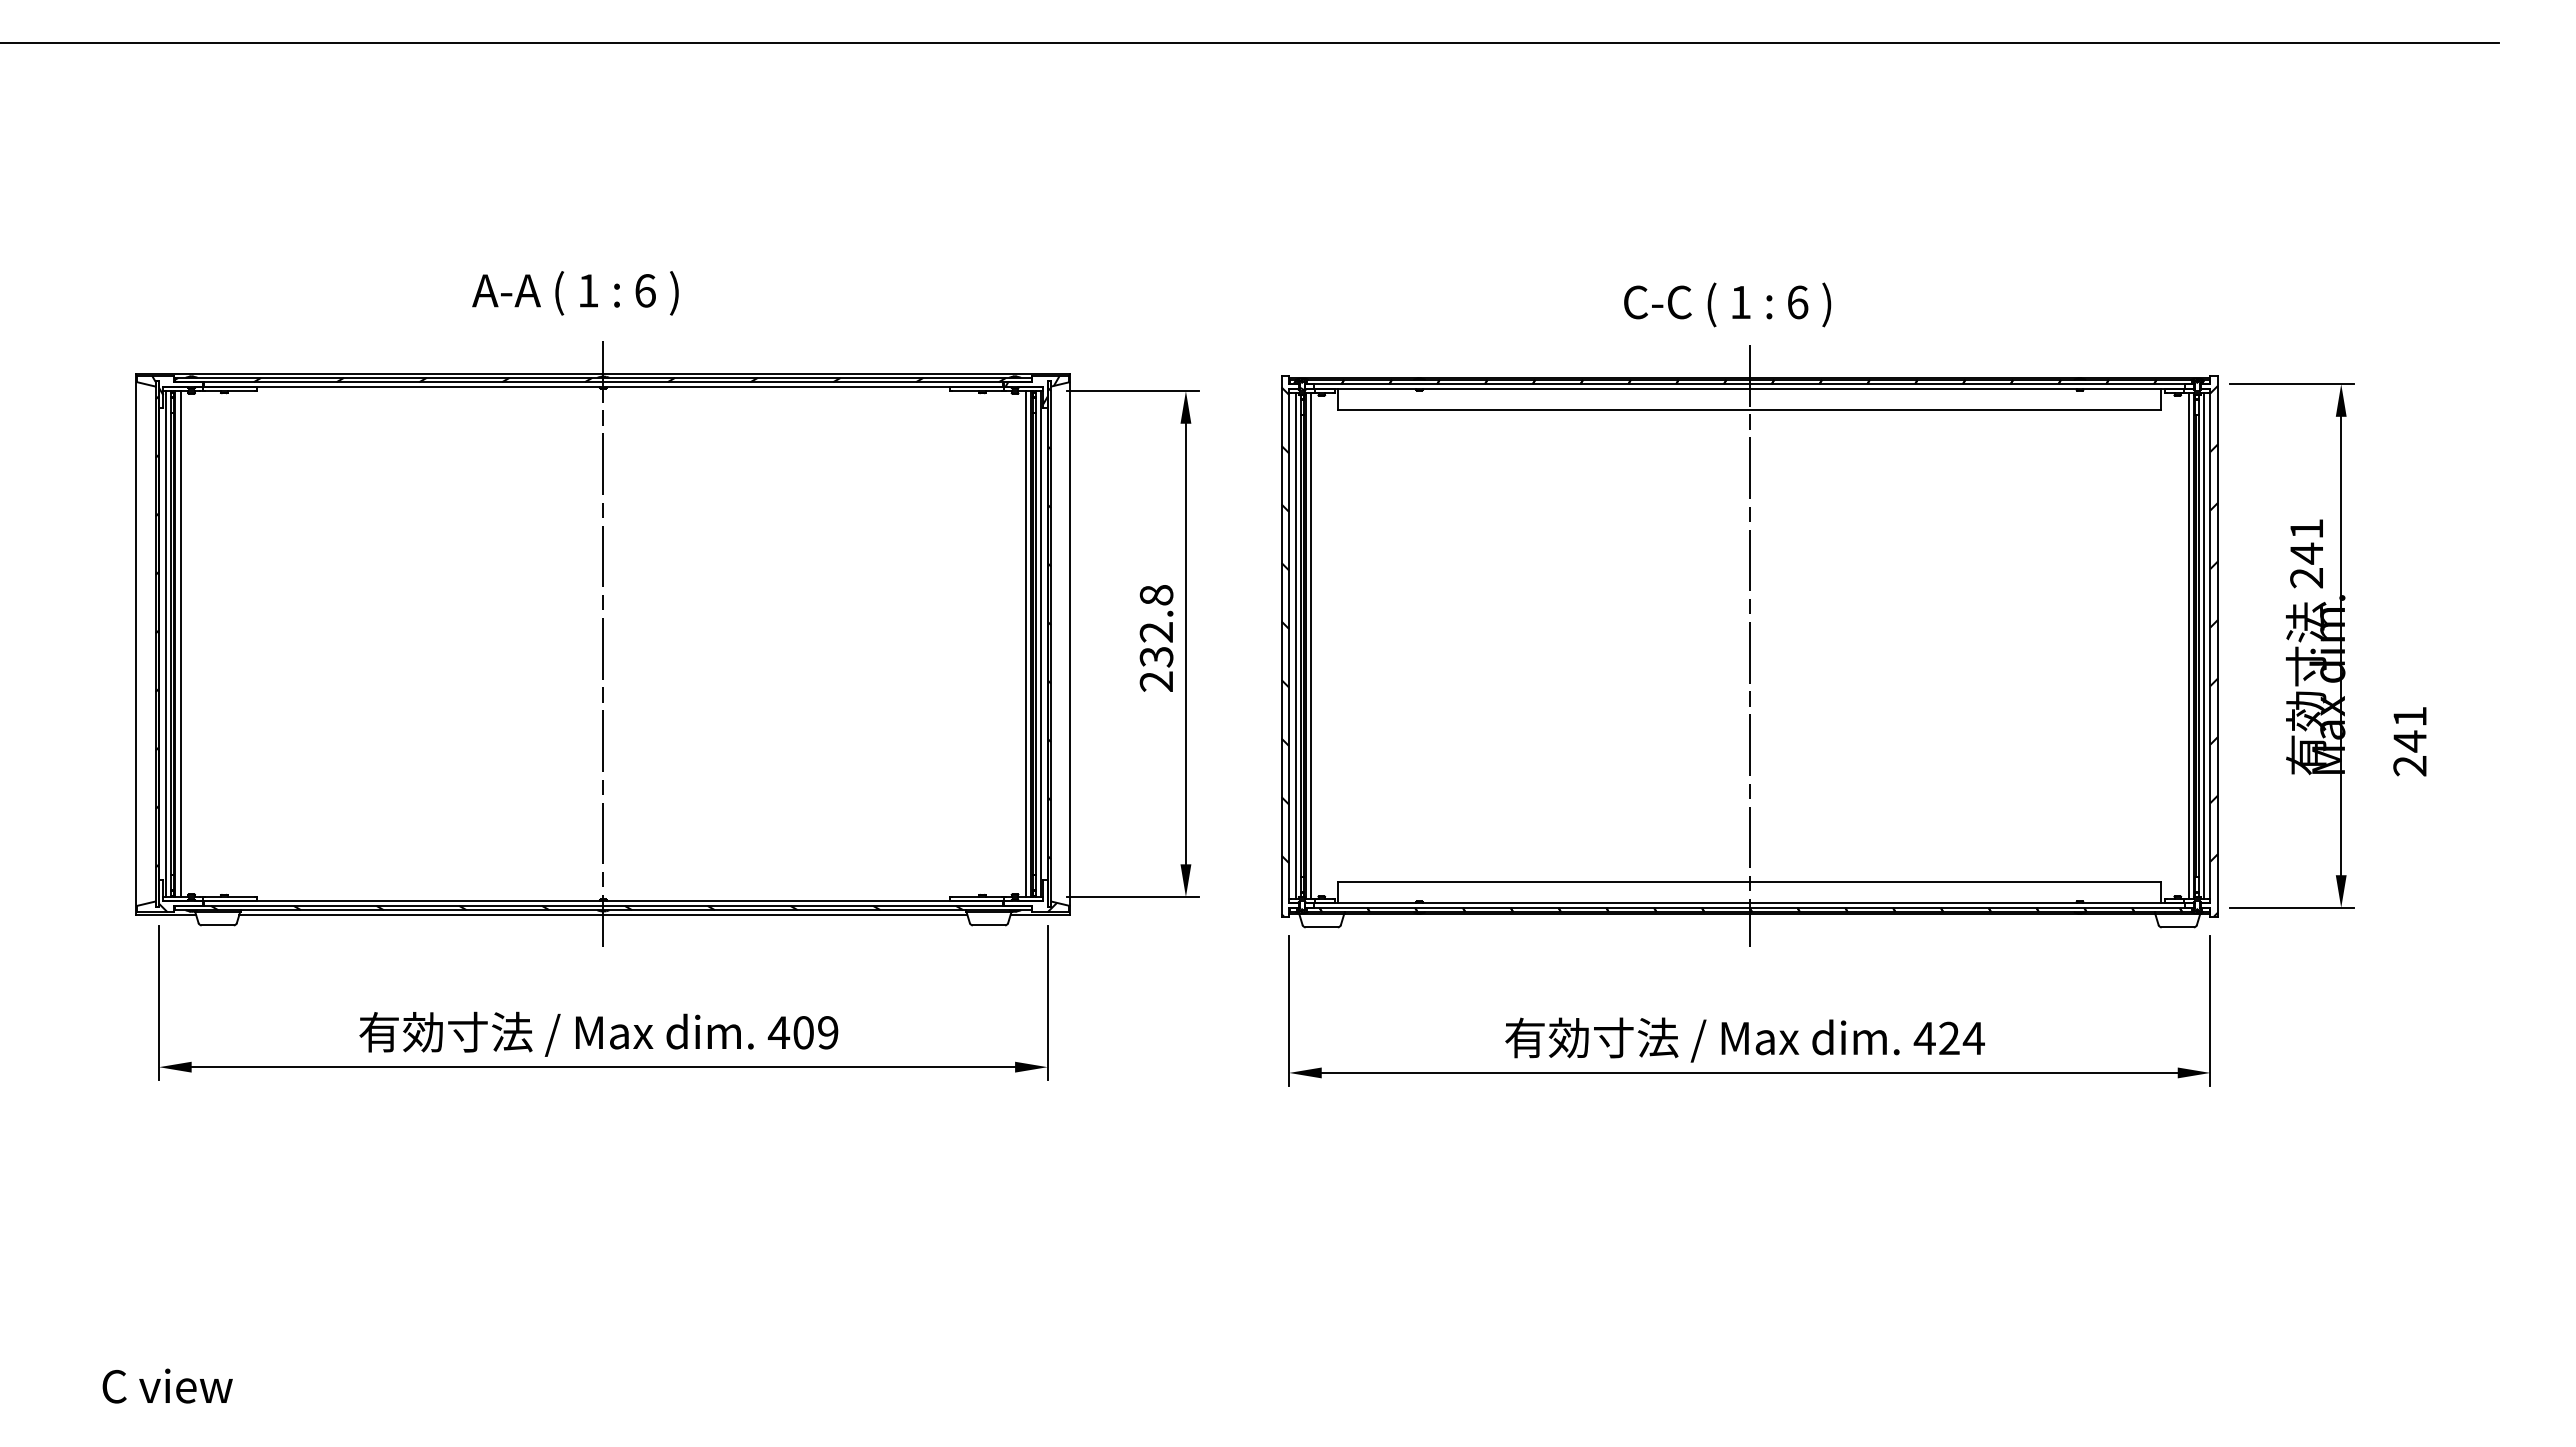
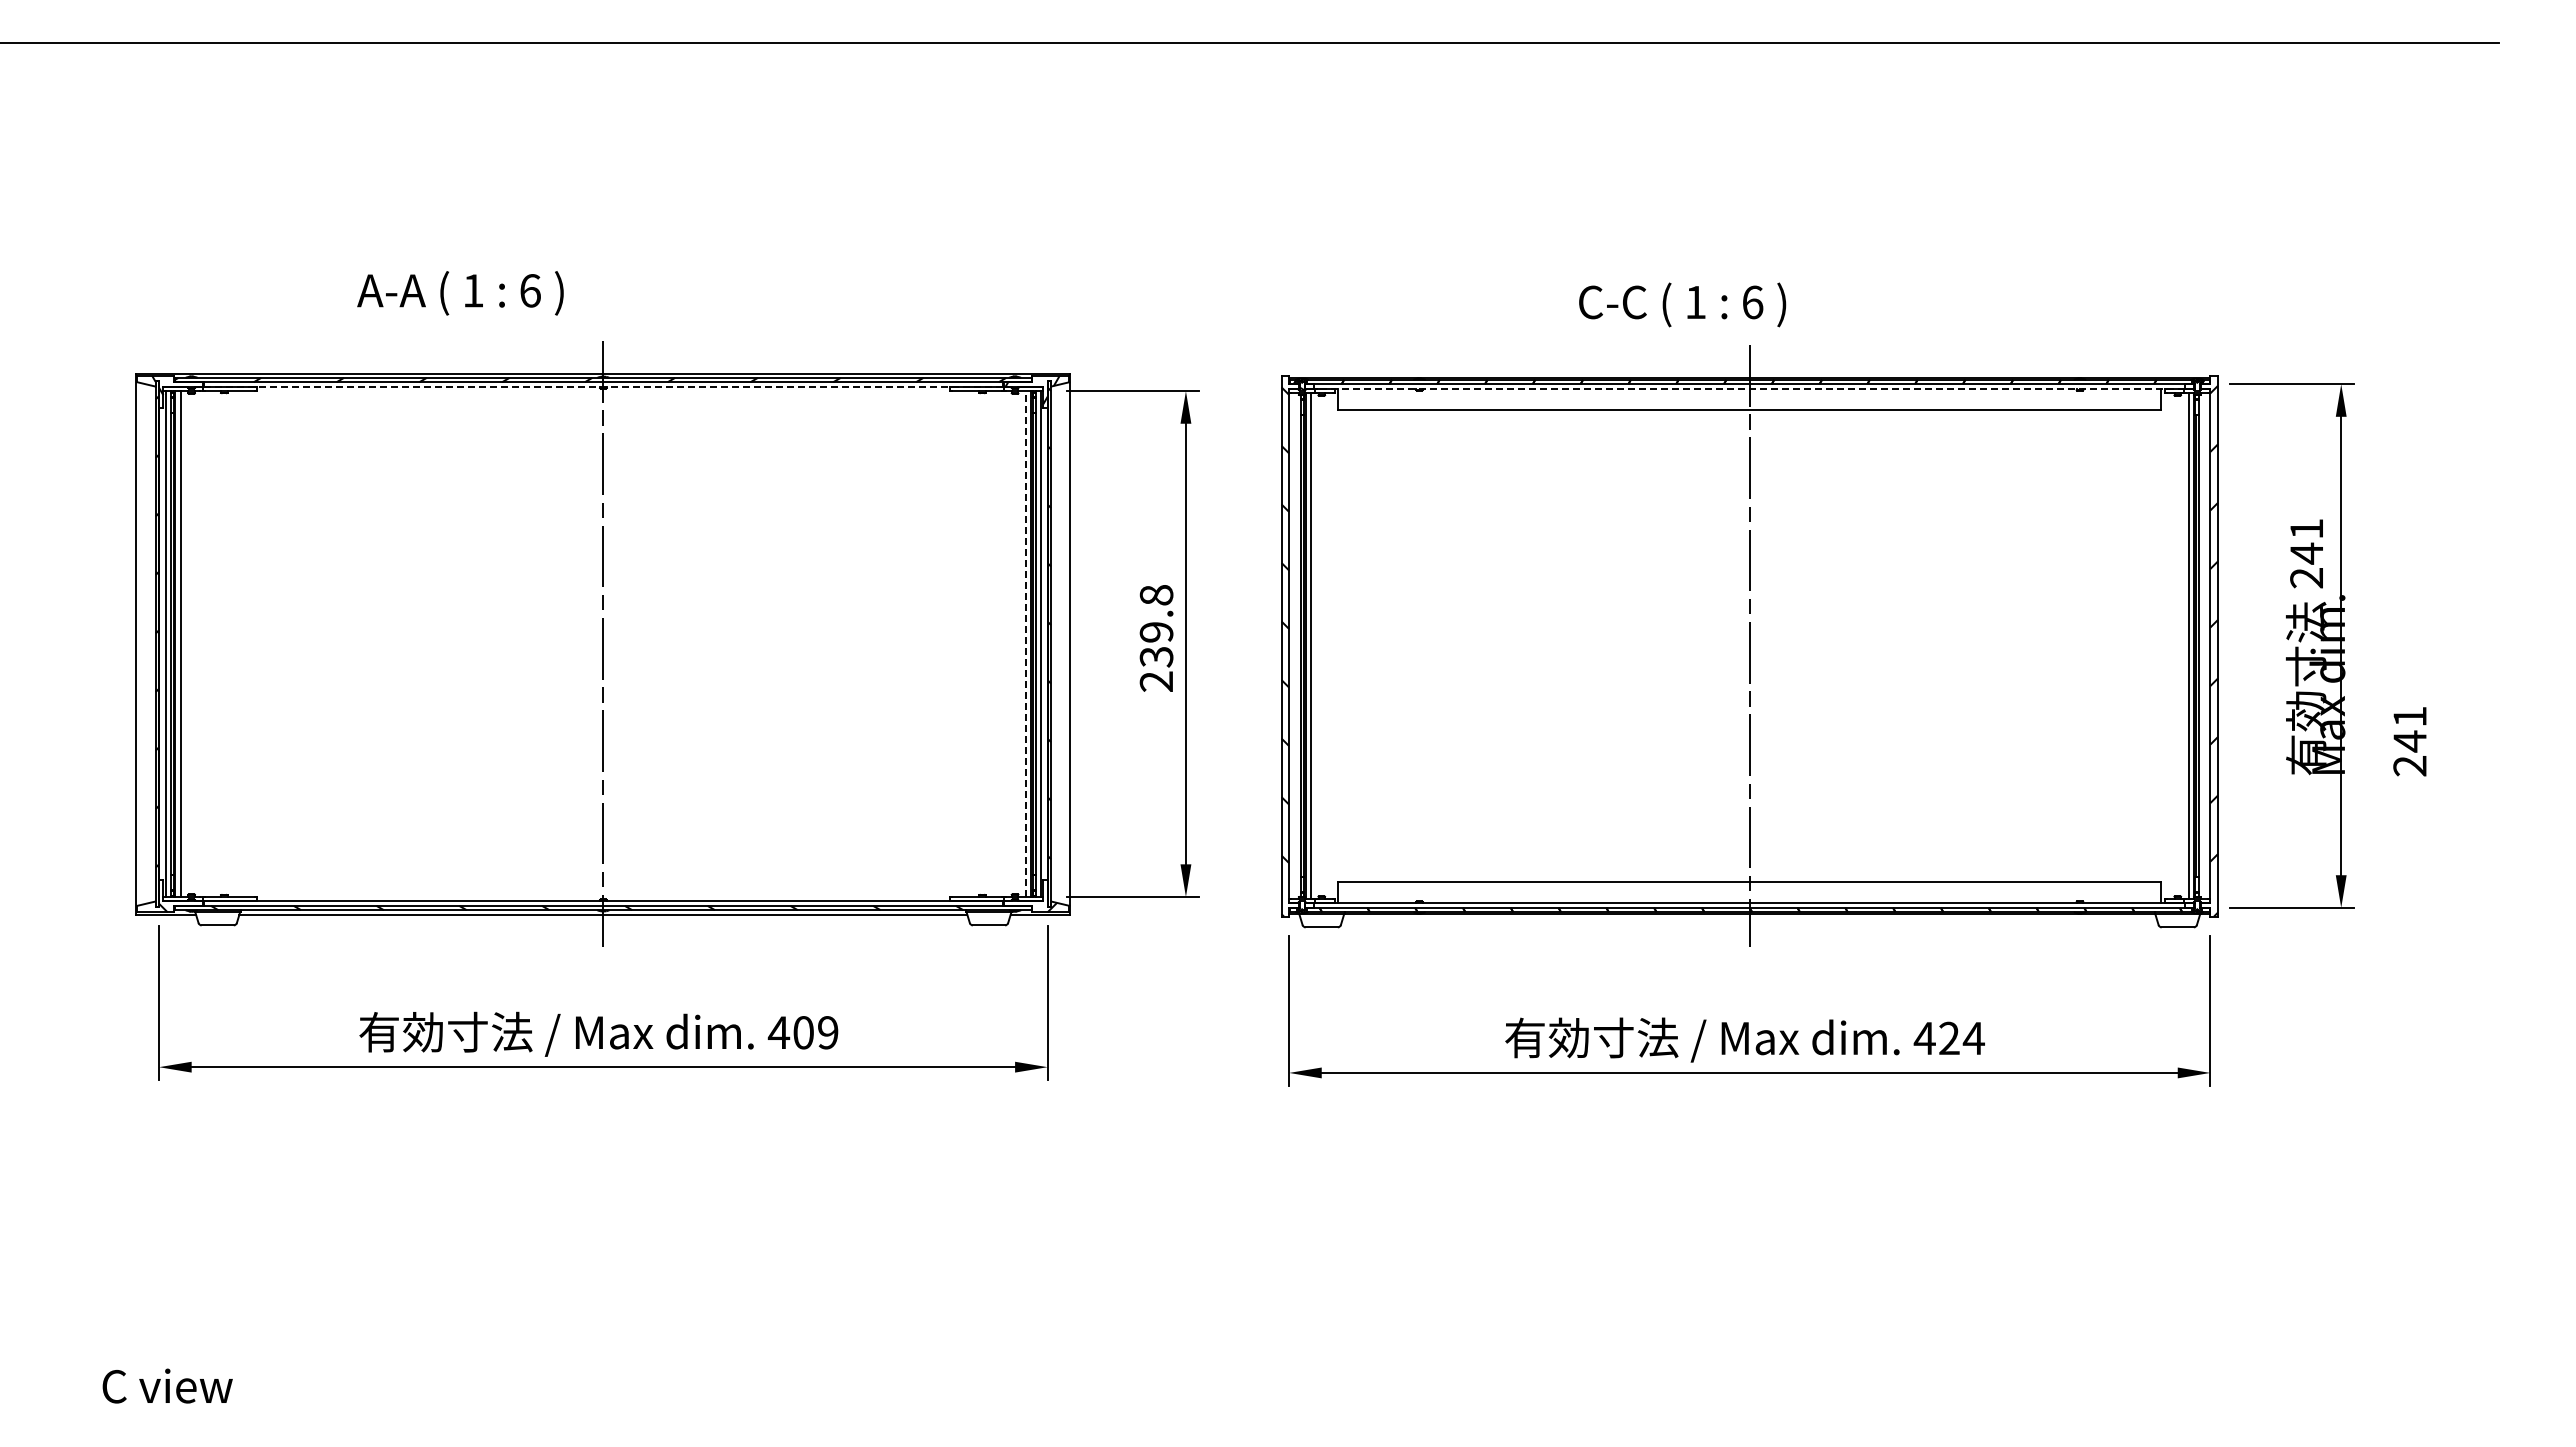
text at (575, 293) position: (575, 293) -> (460, 293)
text at (1727, 304) position: (1727, 304) -> (1682, 304)
line at (603, 386): solid -> dashed
line at (1749, 388): solid -> dashed
text at (1156, 632): 232.8 -> 239.8
line at (1025, 644): solid -> dashed
line at (1295, 645): present -> none
line at (2203, 645): present -> none
